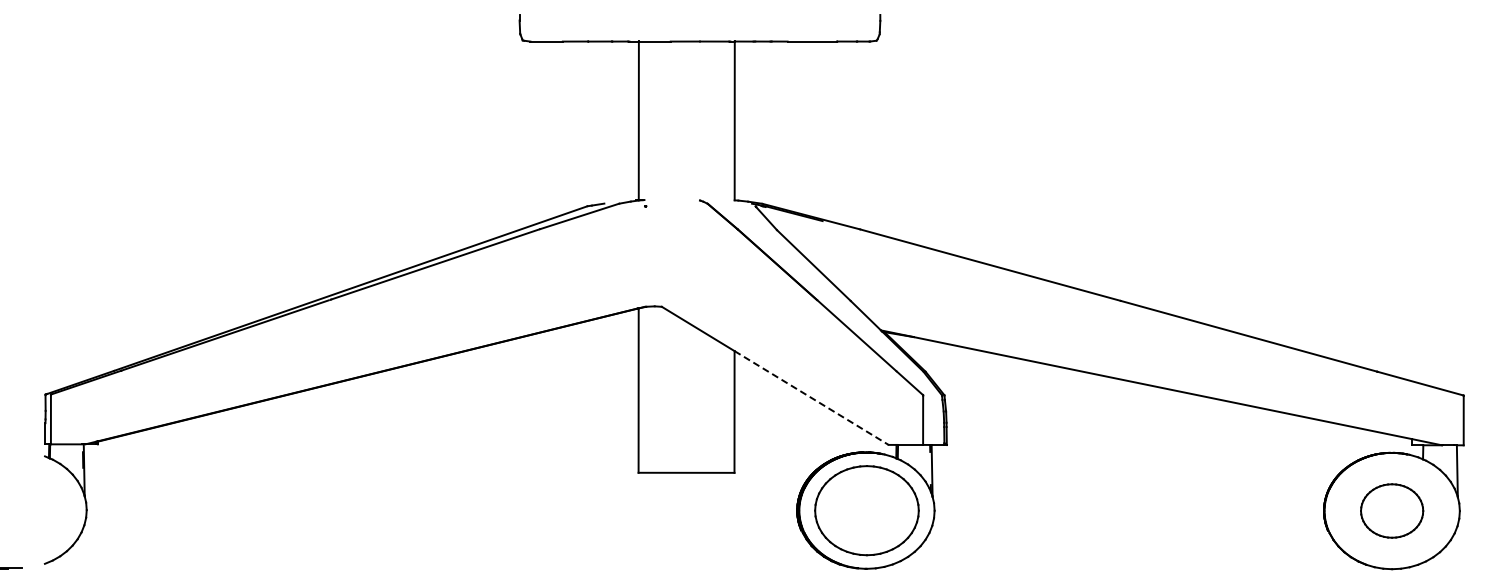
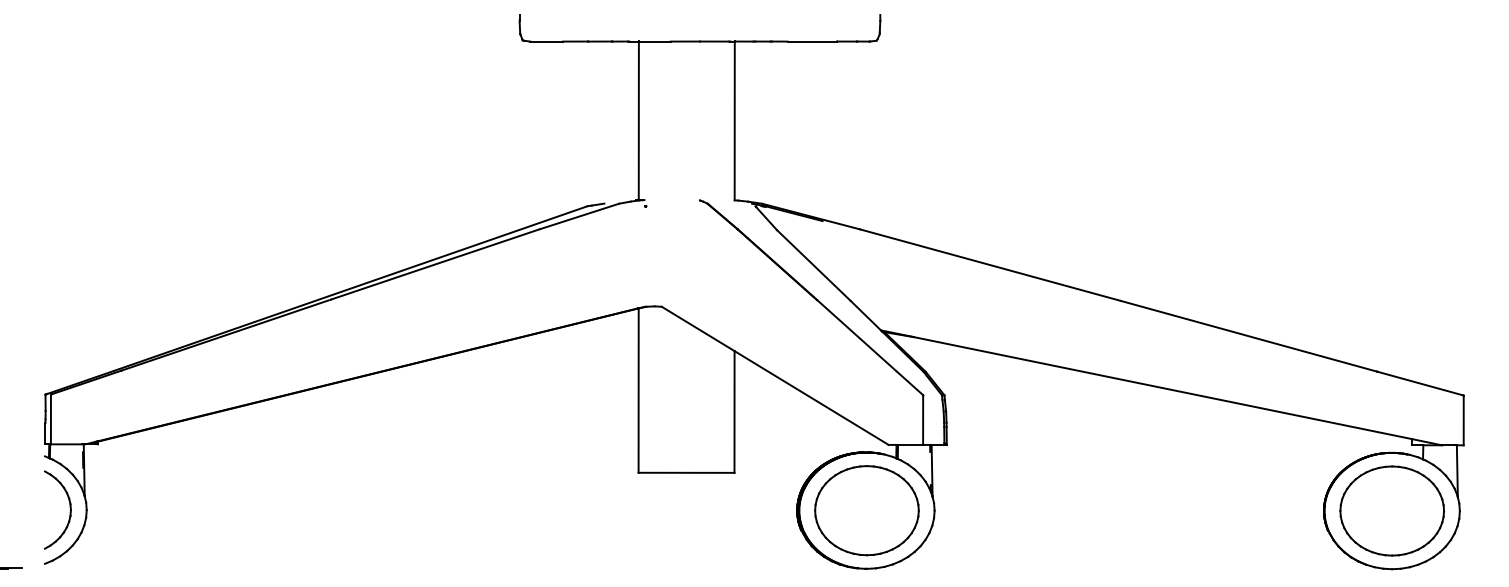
line at (812, 398): dashed -> solid
part at (69, 508): none -> present
part at (1392, 510) size: 65x56 px -> 106x92 px
